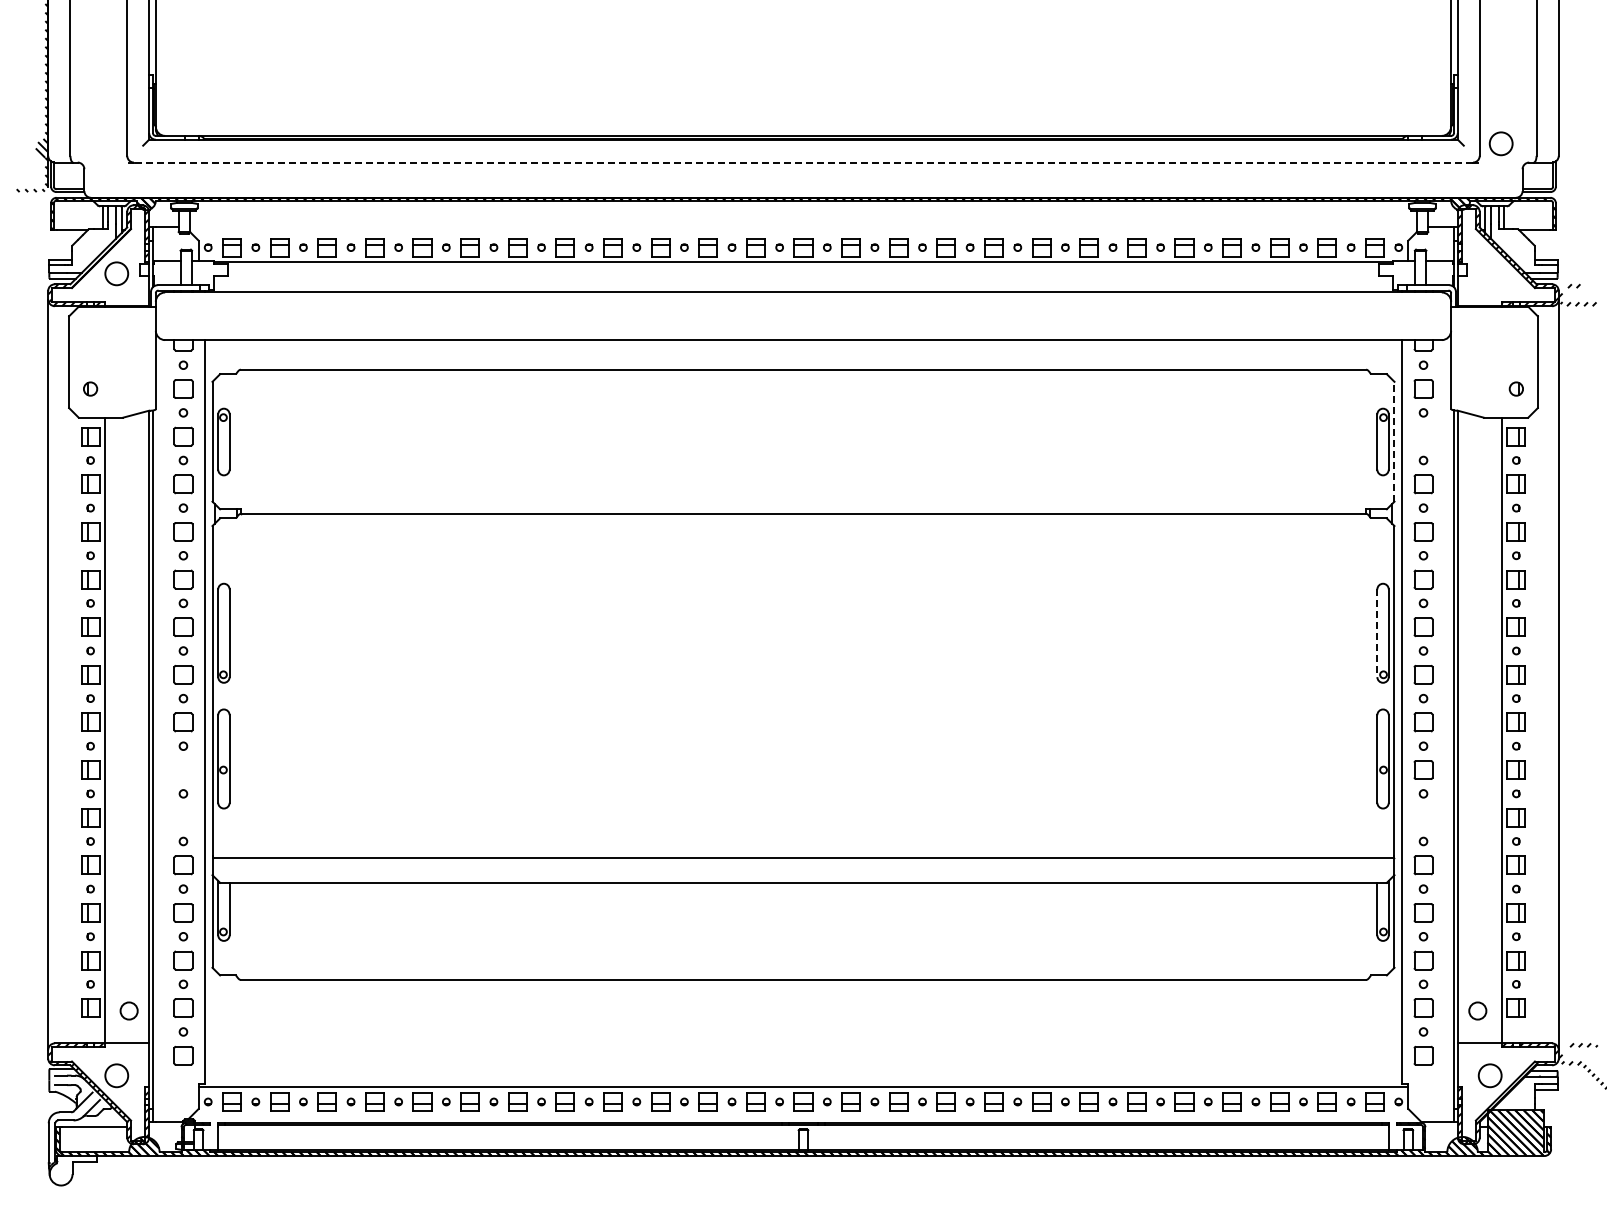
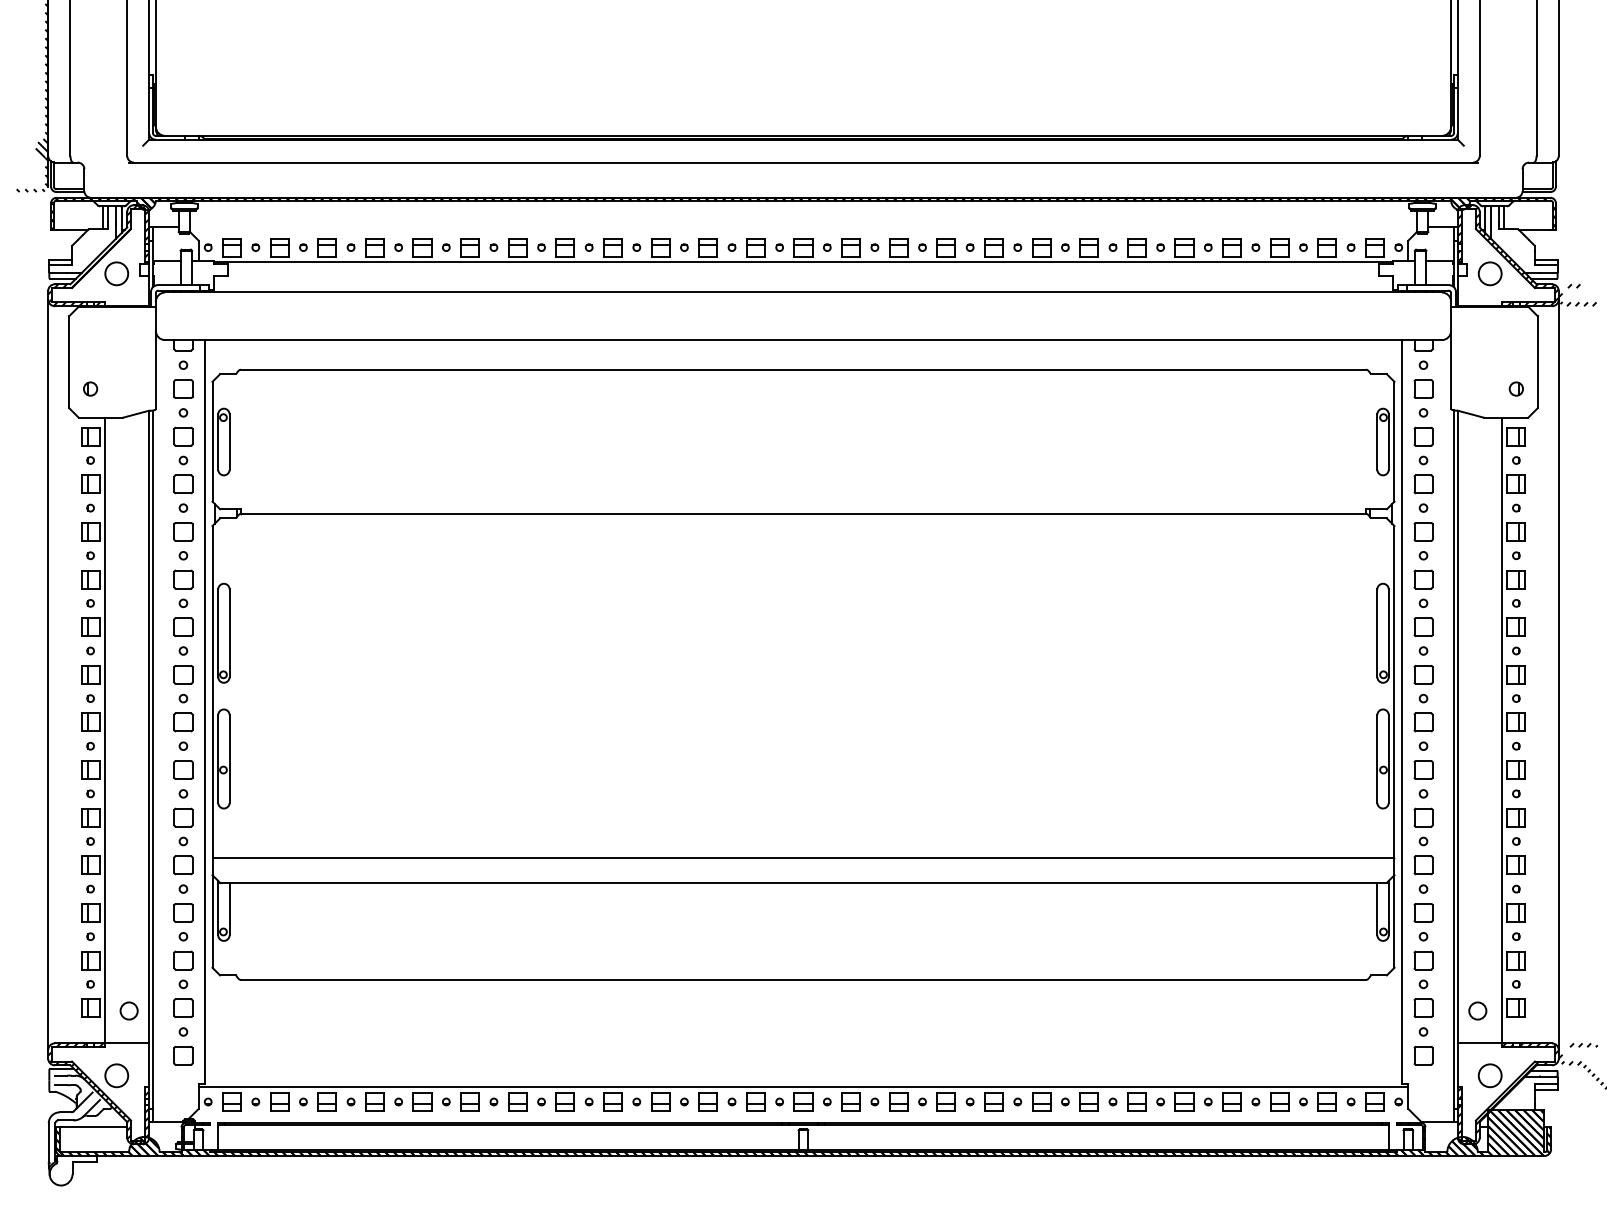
circle at (1500, 143) position: (1500, 143) -> (1489, 273)
line at (803, 162): dashed -> solid
part at (1423, 436): none -> present
line at (1394, 441): dashed -> solid
line at (1377, 633): dashed -> solid
part at (183, 769): none -> present
part at (183, 817): none -> present
part at (1423, 817): none -> present
